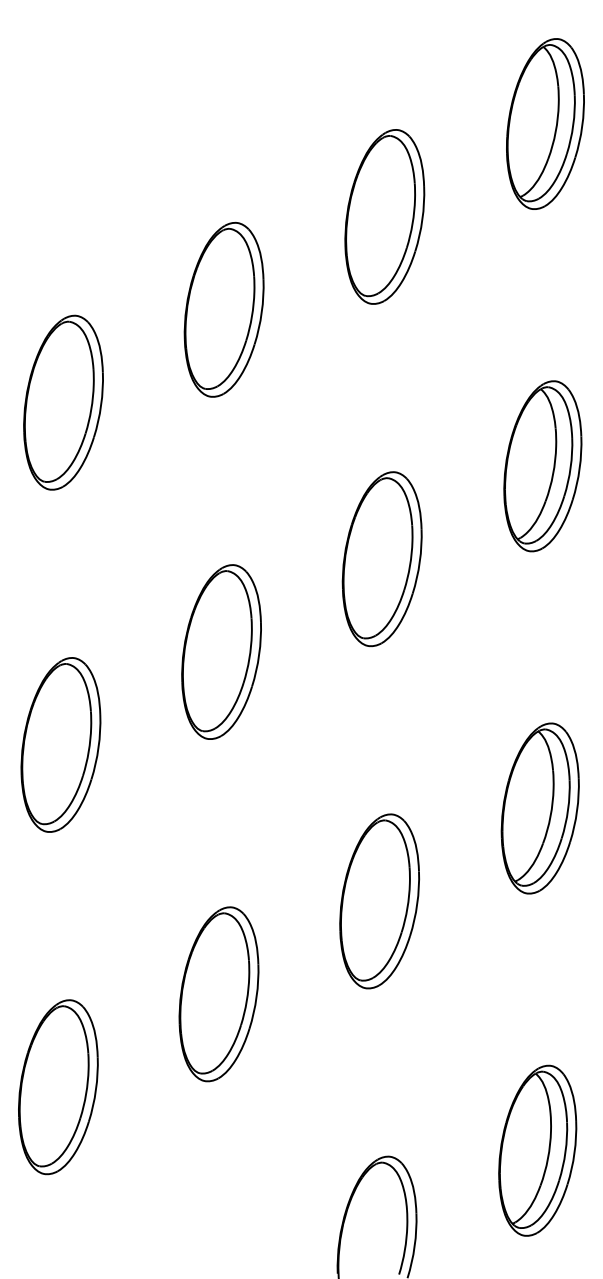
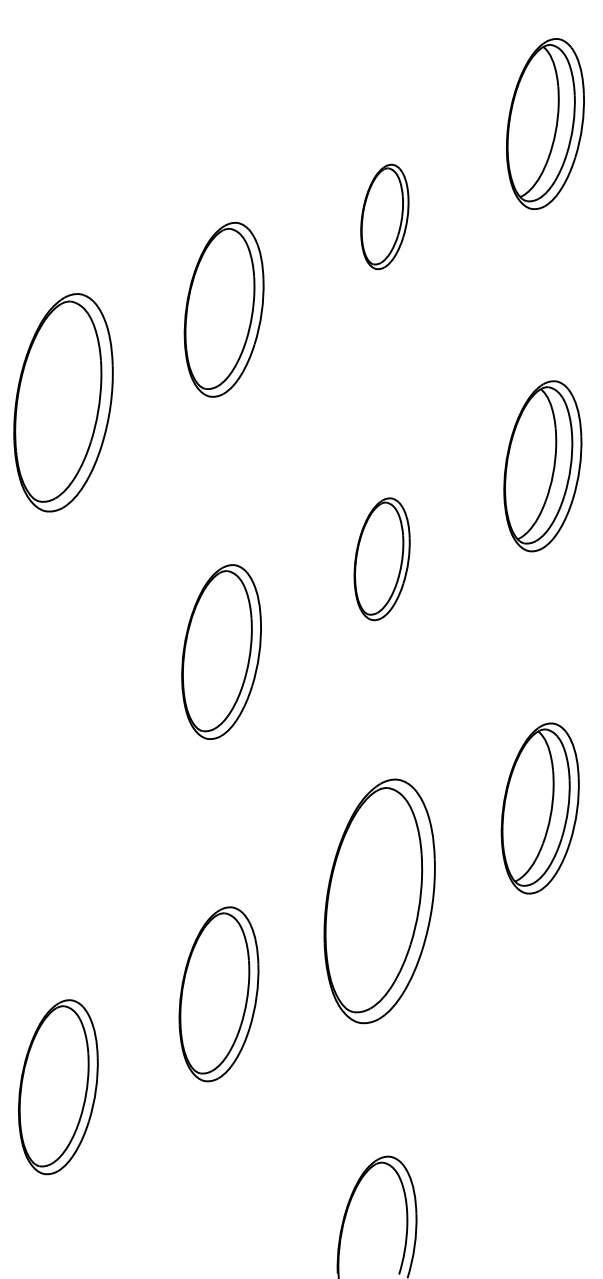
part at (384, 216) size: 82x176 px -> 50x107 px
part at (63, 402) size: 81x177 px -> 101x220 px
part at (381, 559) size: 82x177 px -> 58x125 px
part at (60, 744): present -> none
part at (379, 901) size: 81x177 px -> 113x247 px
part at (537, 1150): present -> none
